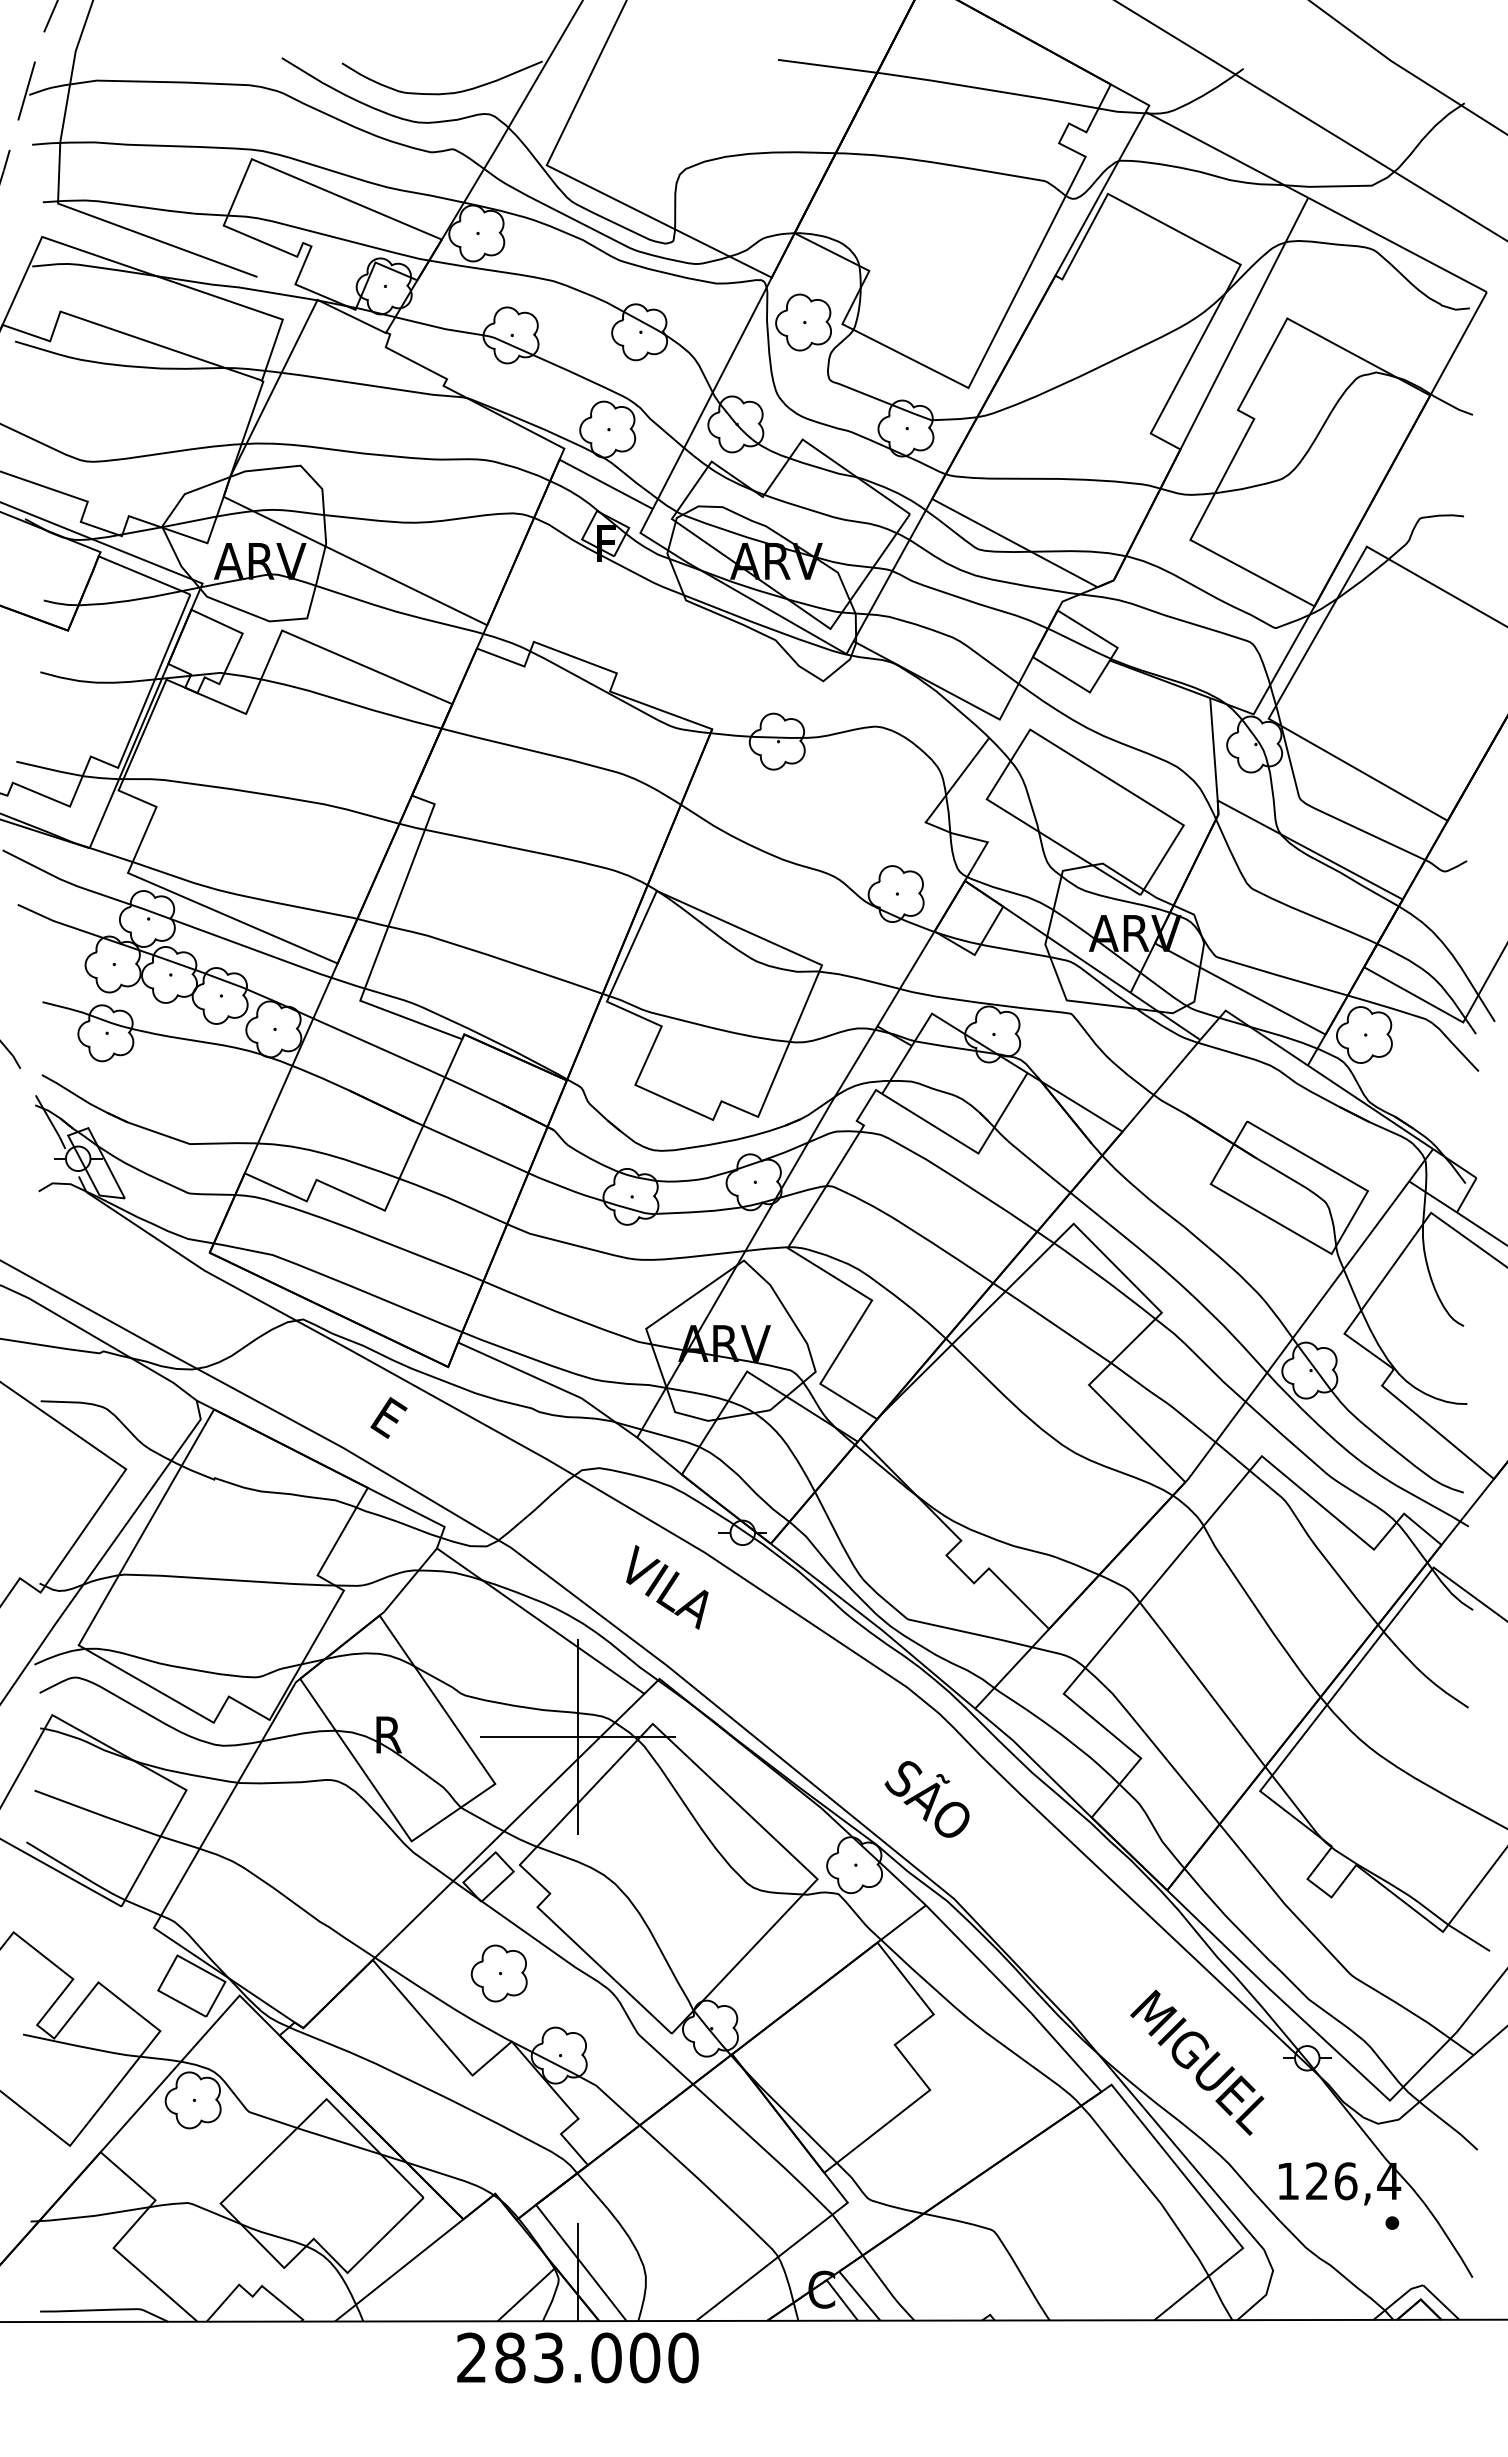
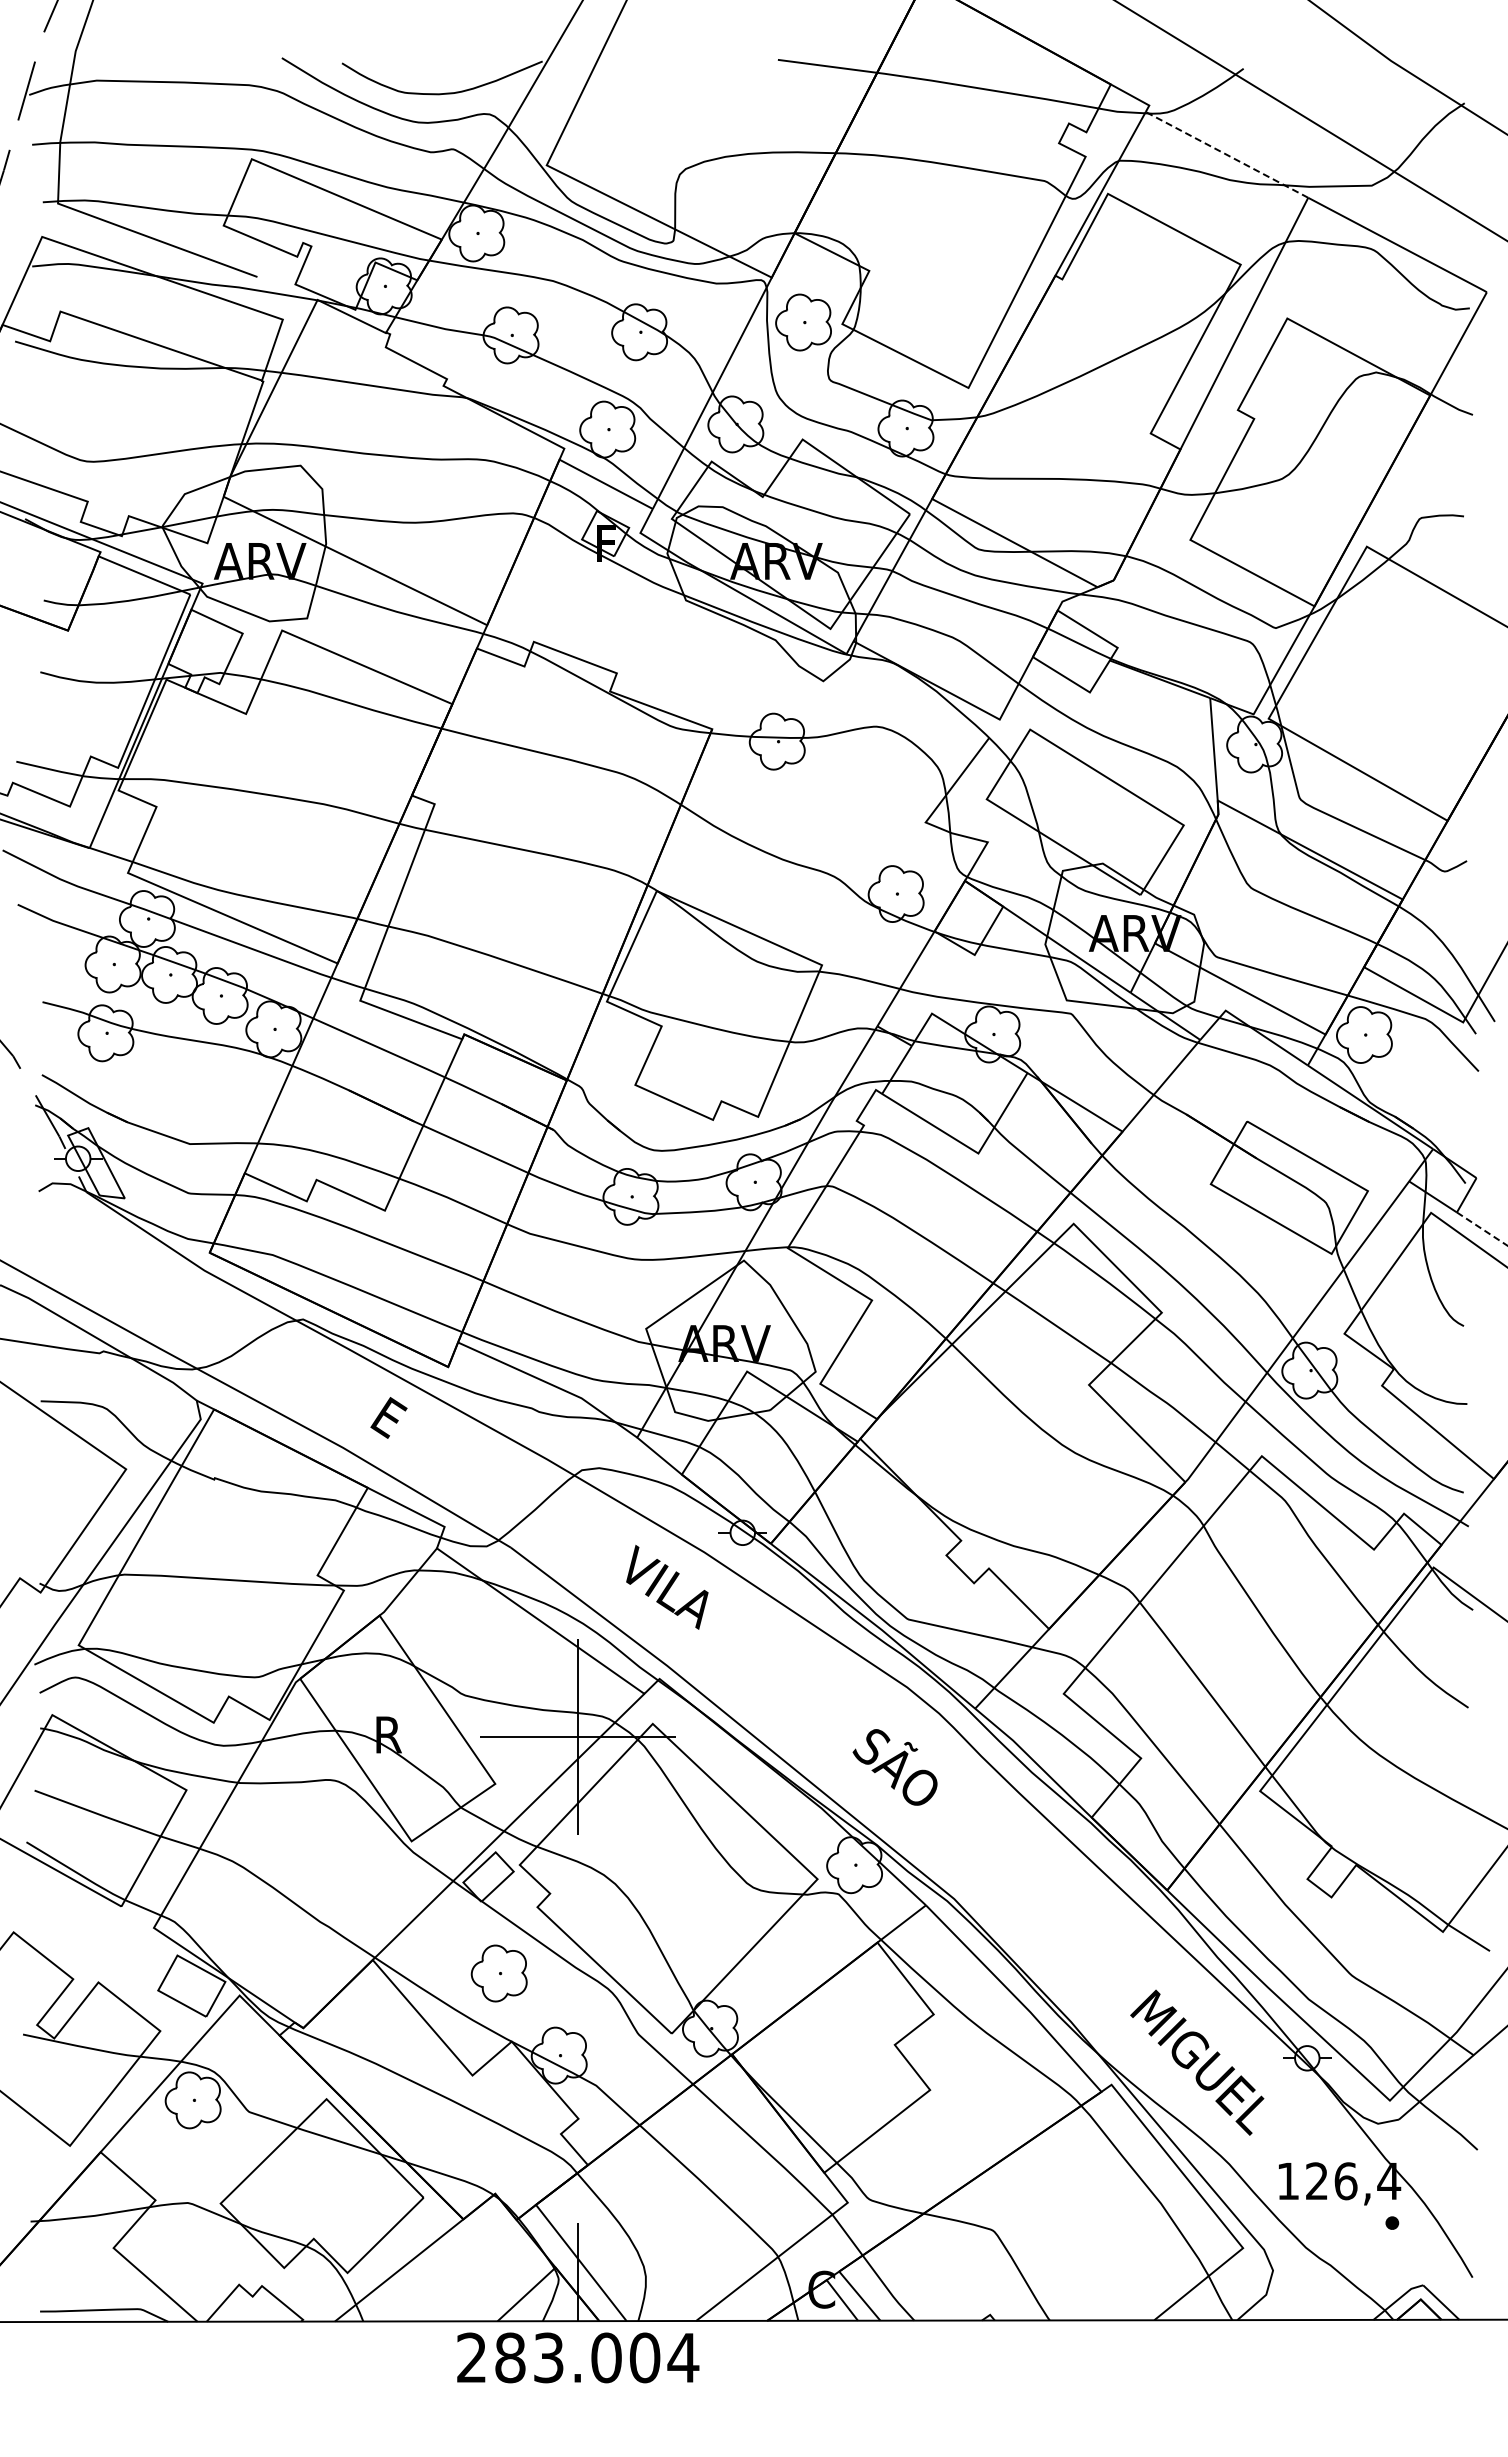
line at (1227, 154): solid -> dashed
line at (1482, 1229): solid -> dashed
text at (926, 1799) position: (926, 1799) -> (894, 1767)
text at (683, 2357): 283.000 -> 283.004
